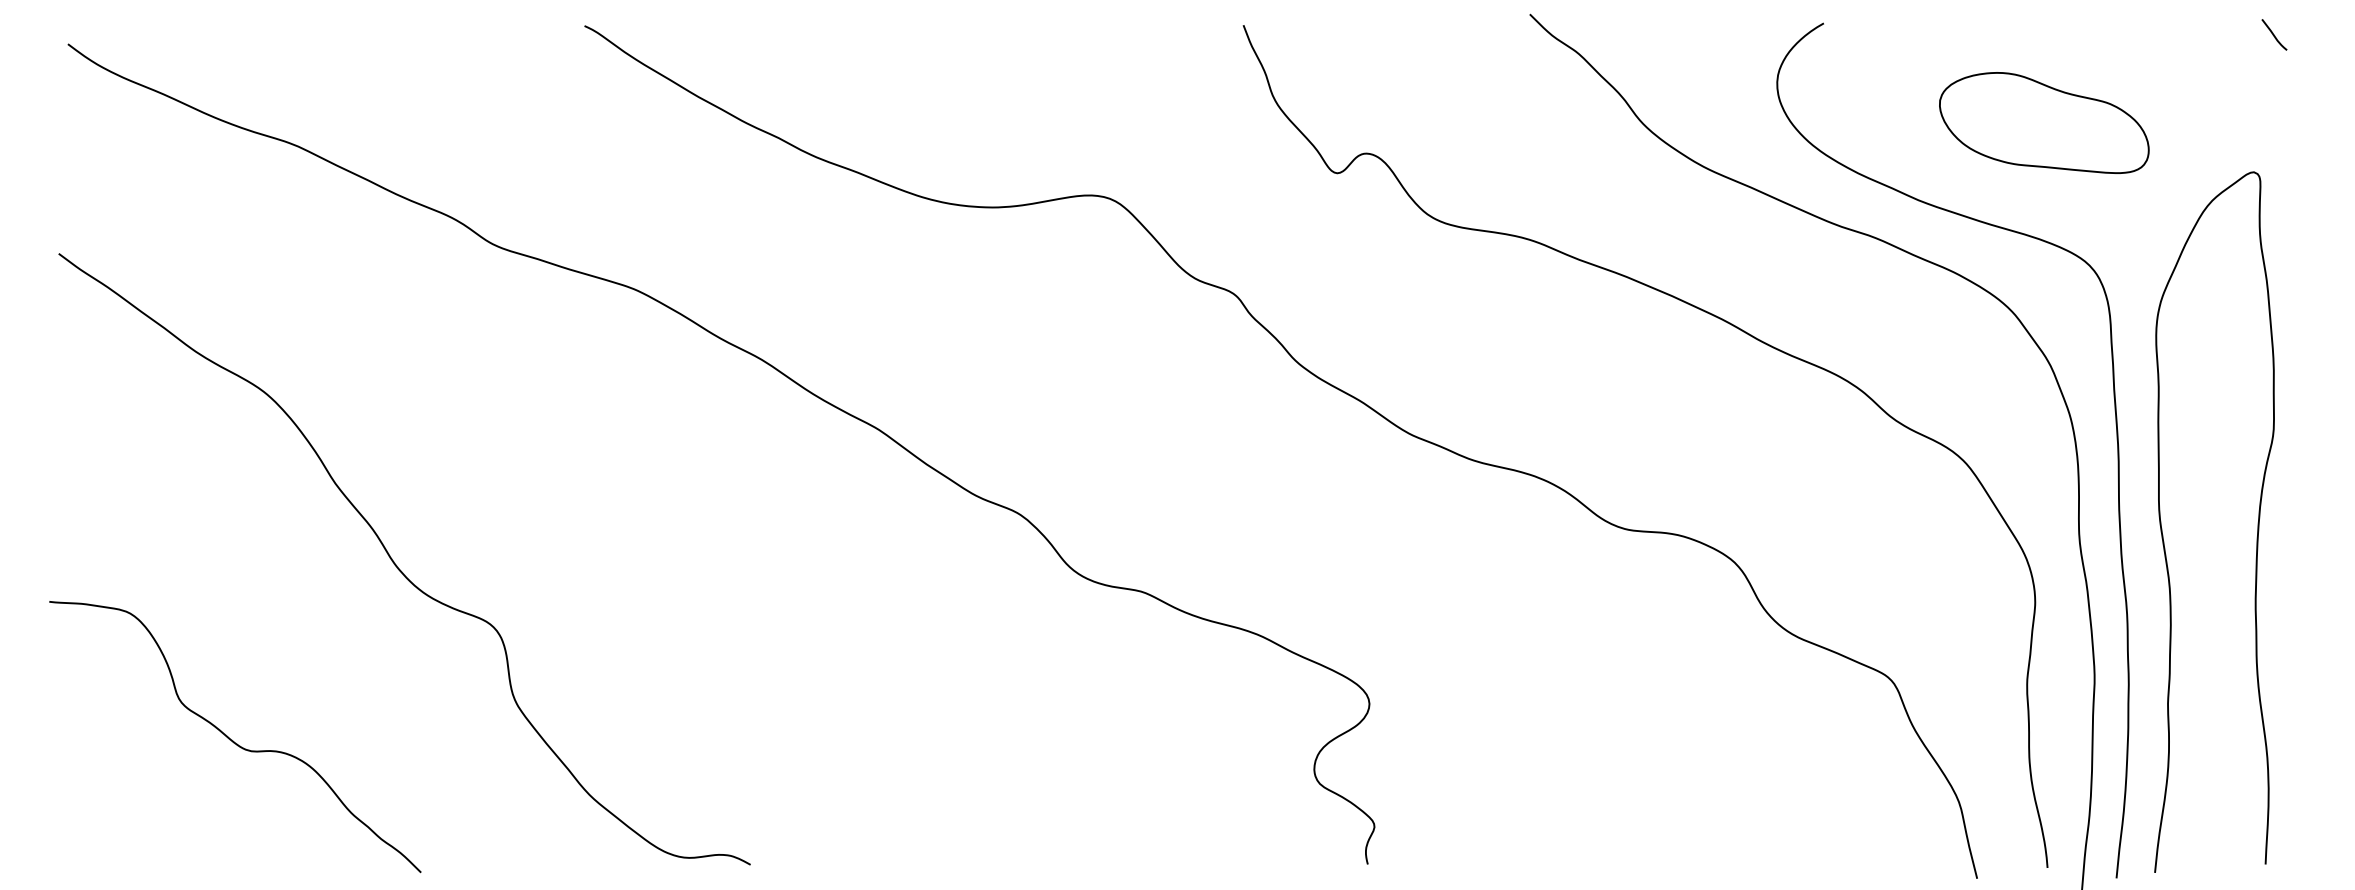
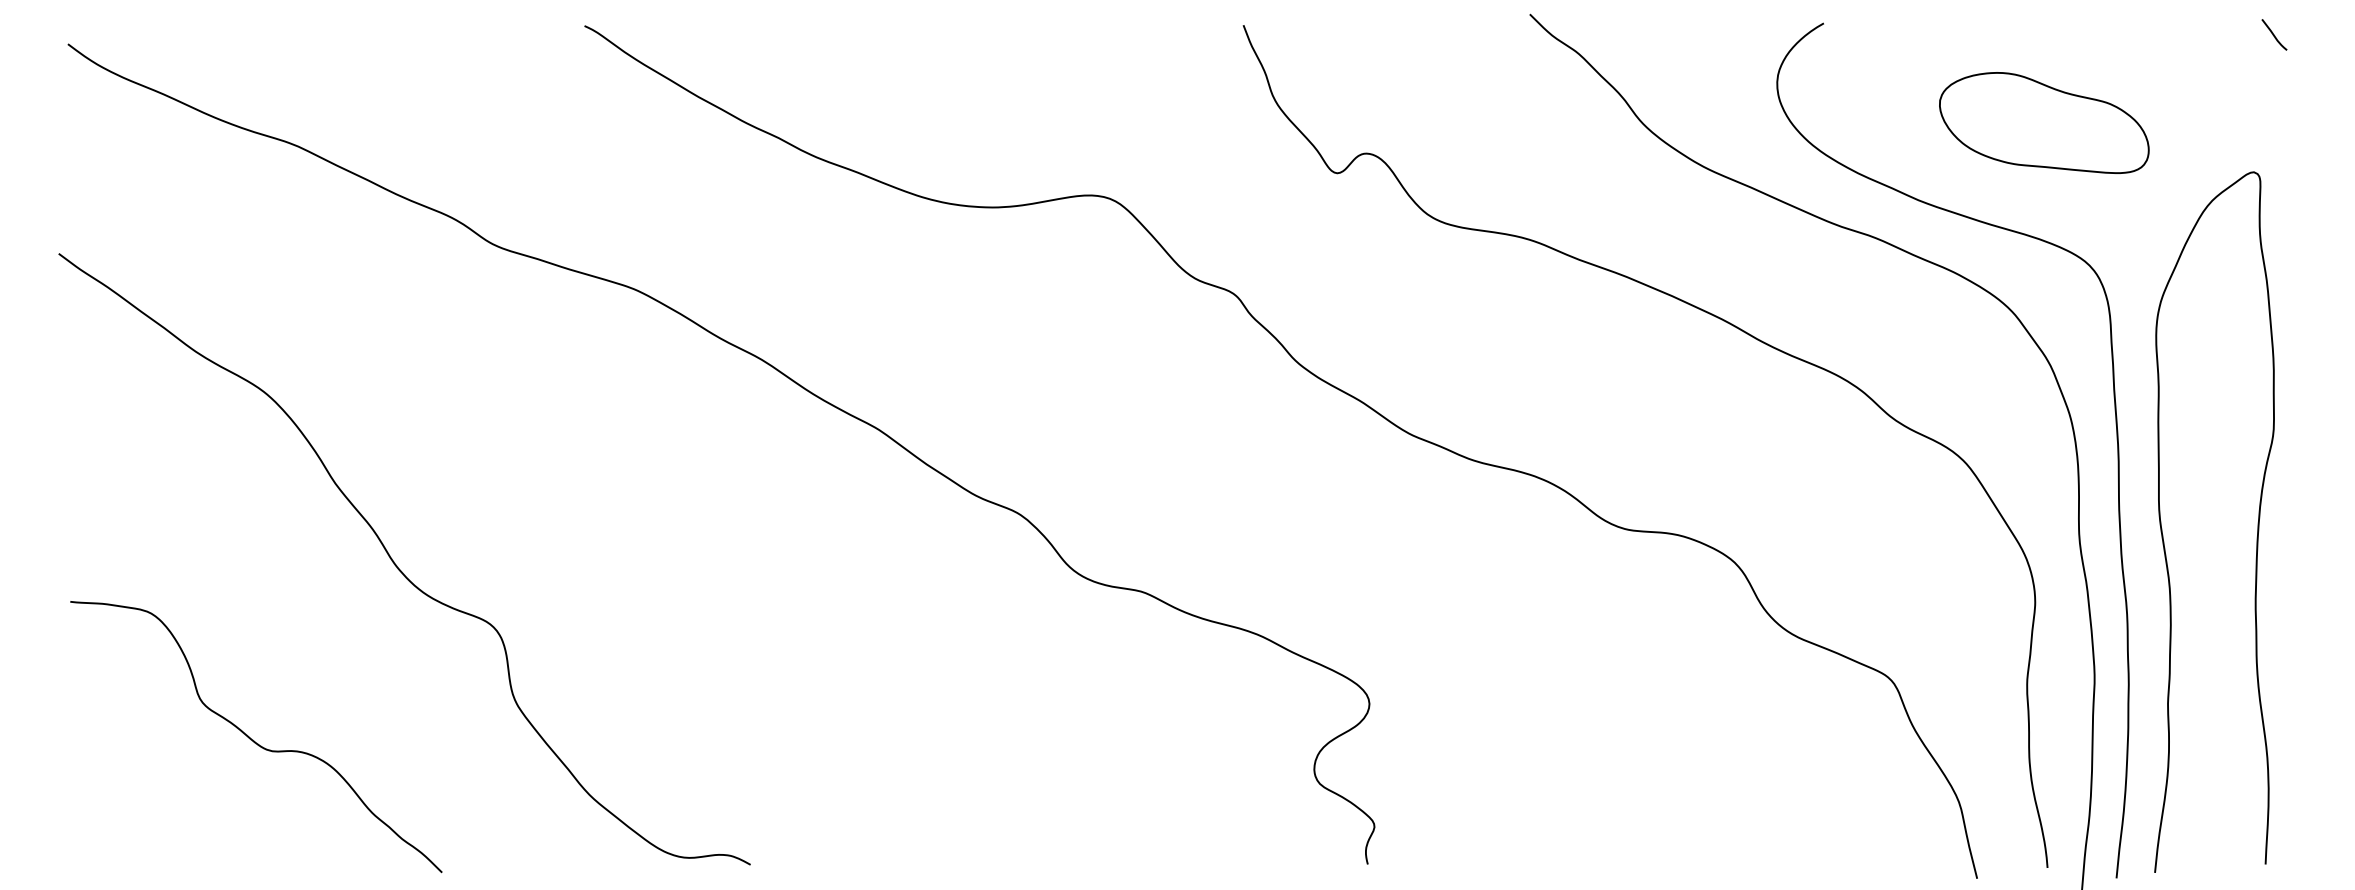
curve at (233, 740) position: (233, 740) -> (254, 740)
